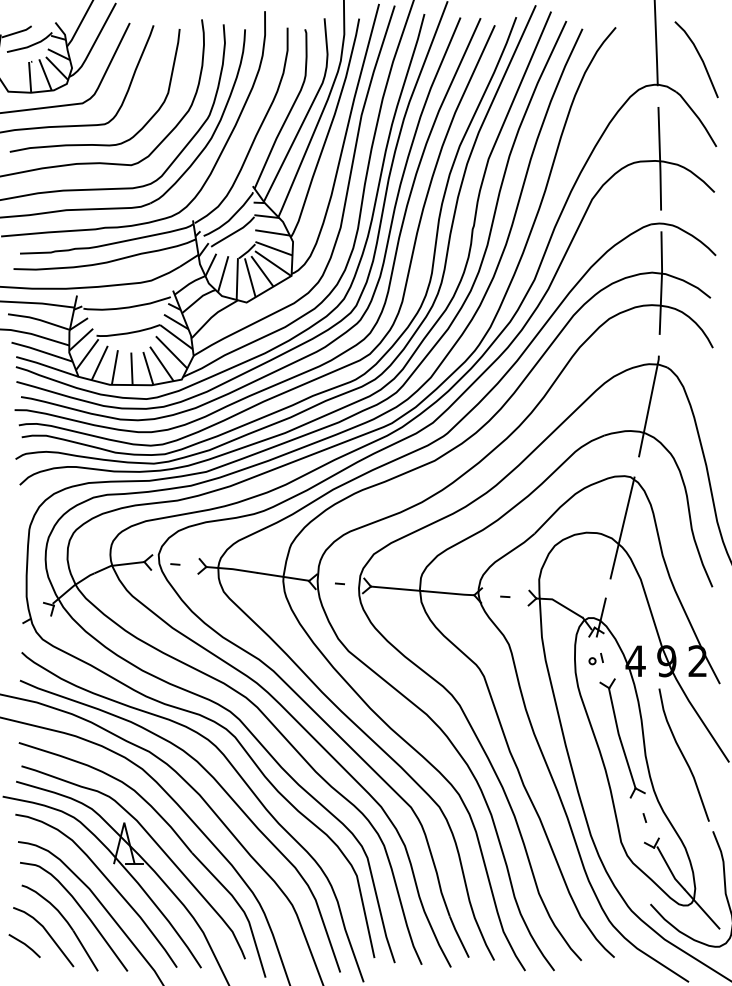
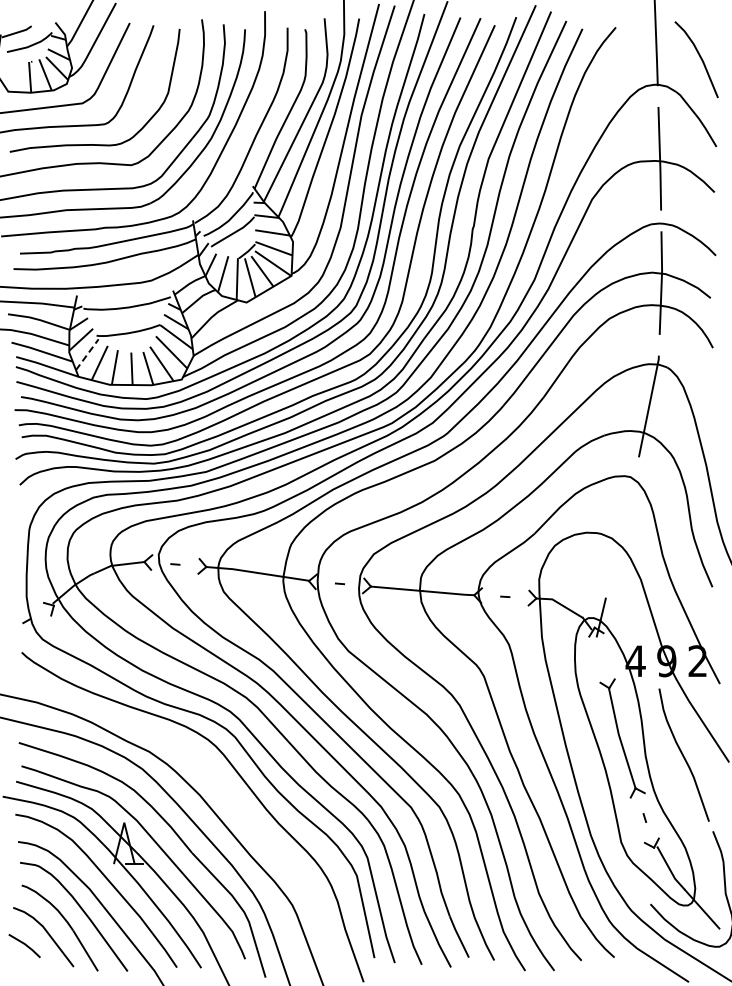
line at (87, 354): solid -> dashed
line at (622, 527): present -> none
part at (595, 659): present -> none
curve at (219, 786): present -> none
